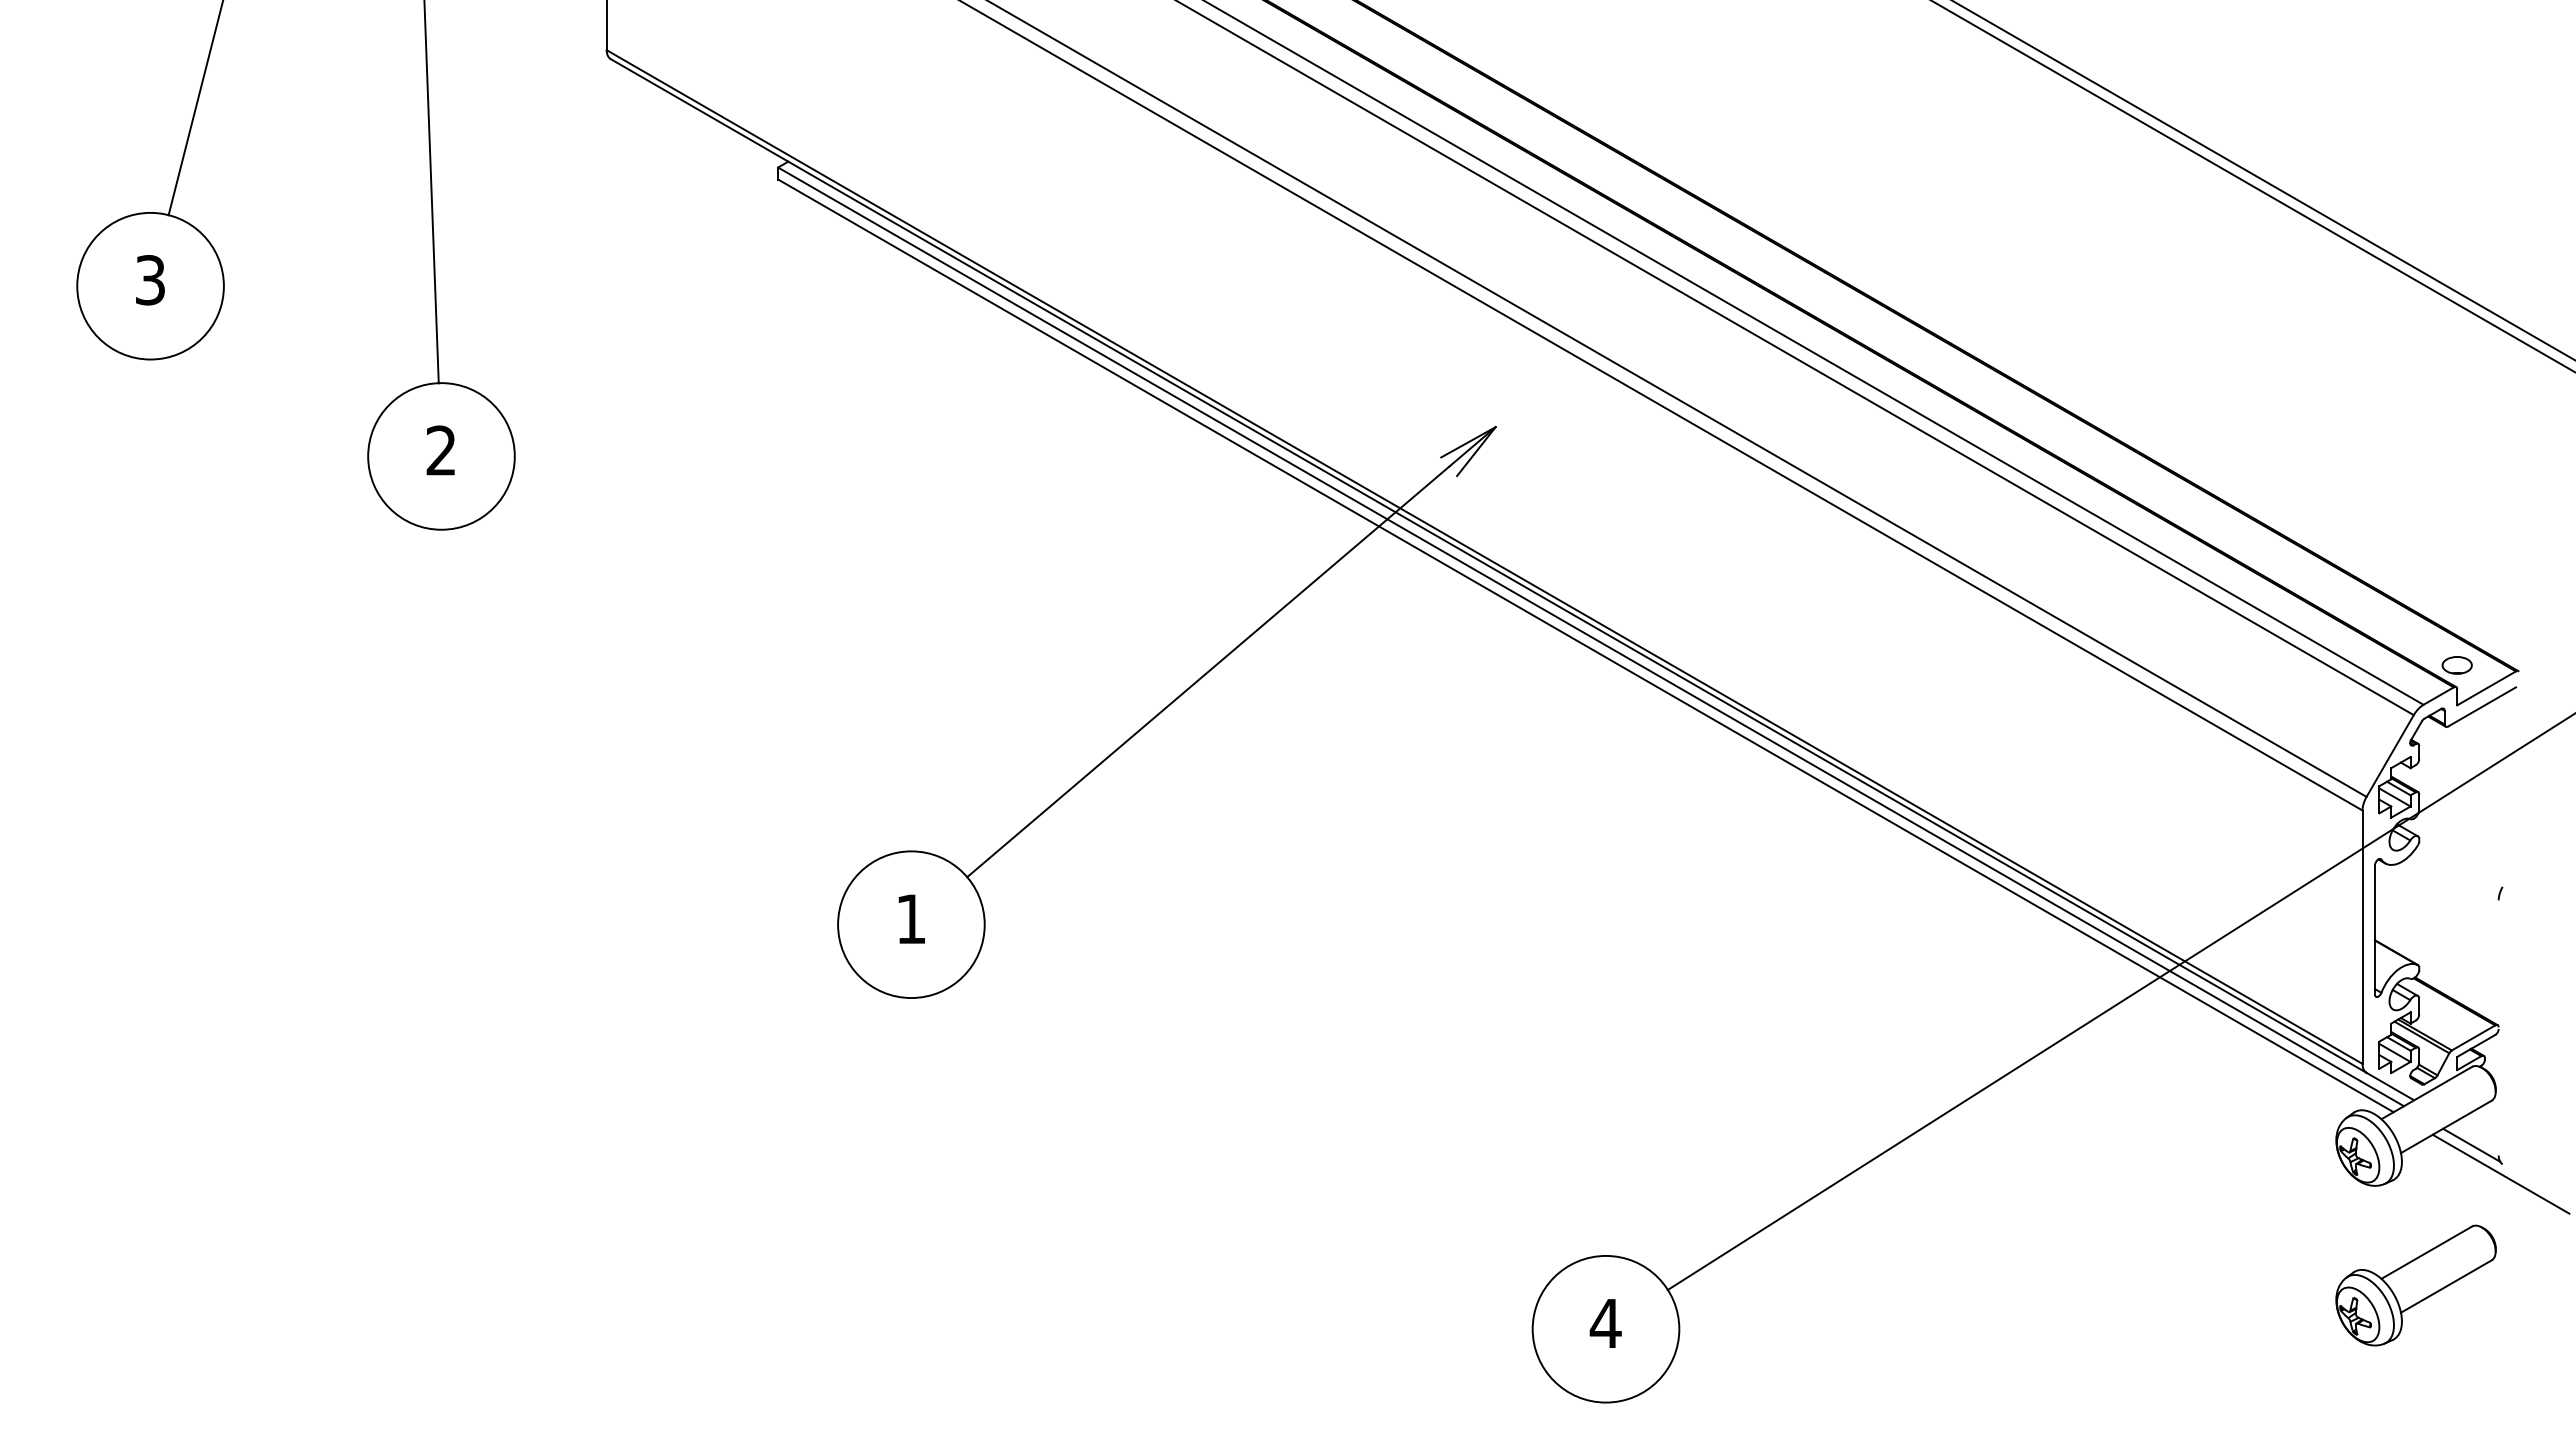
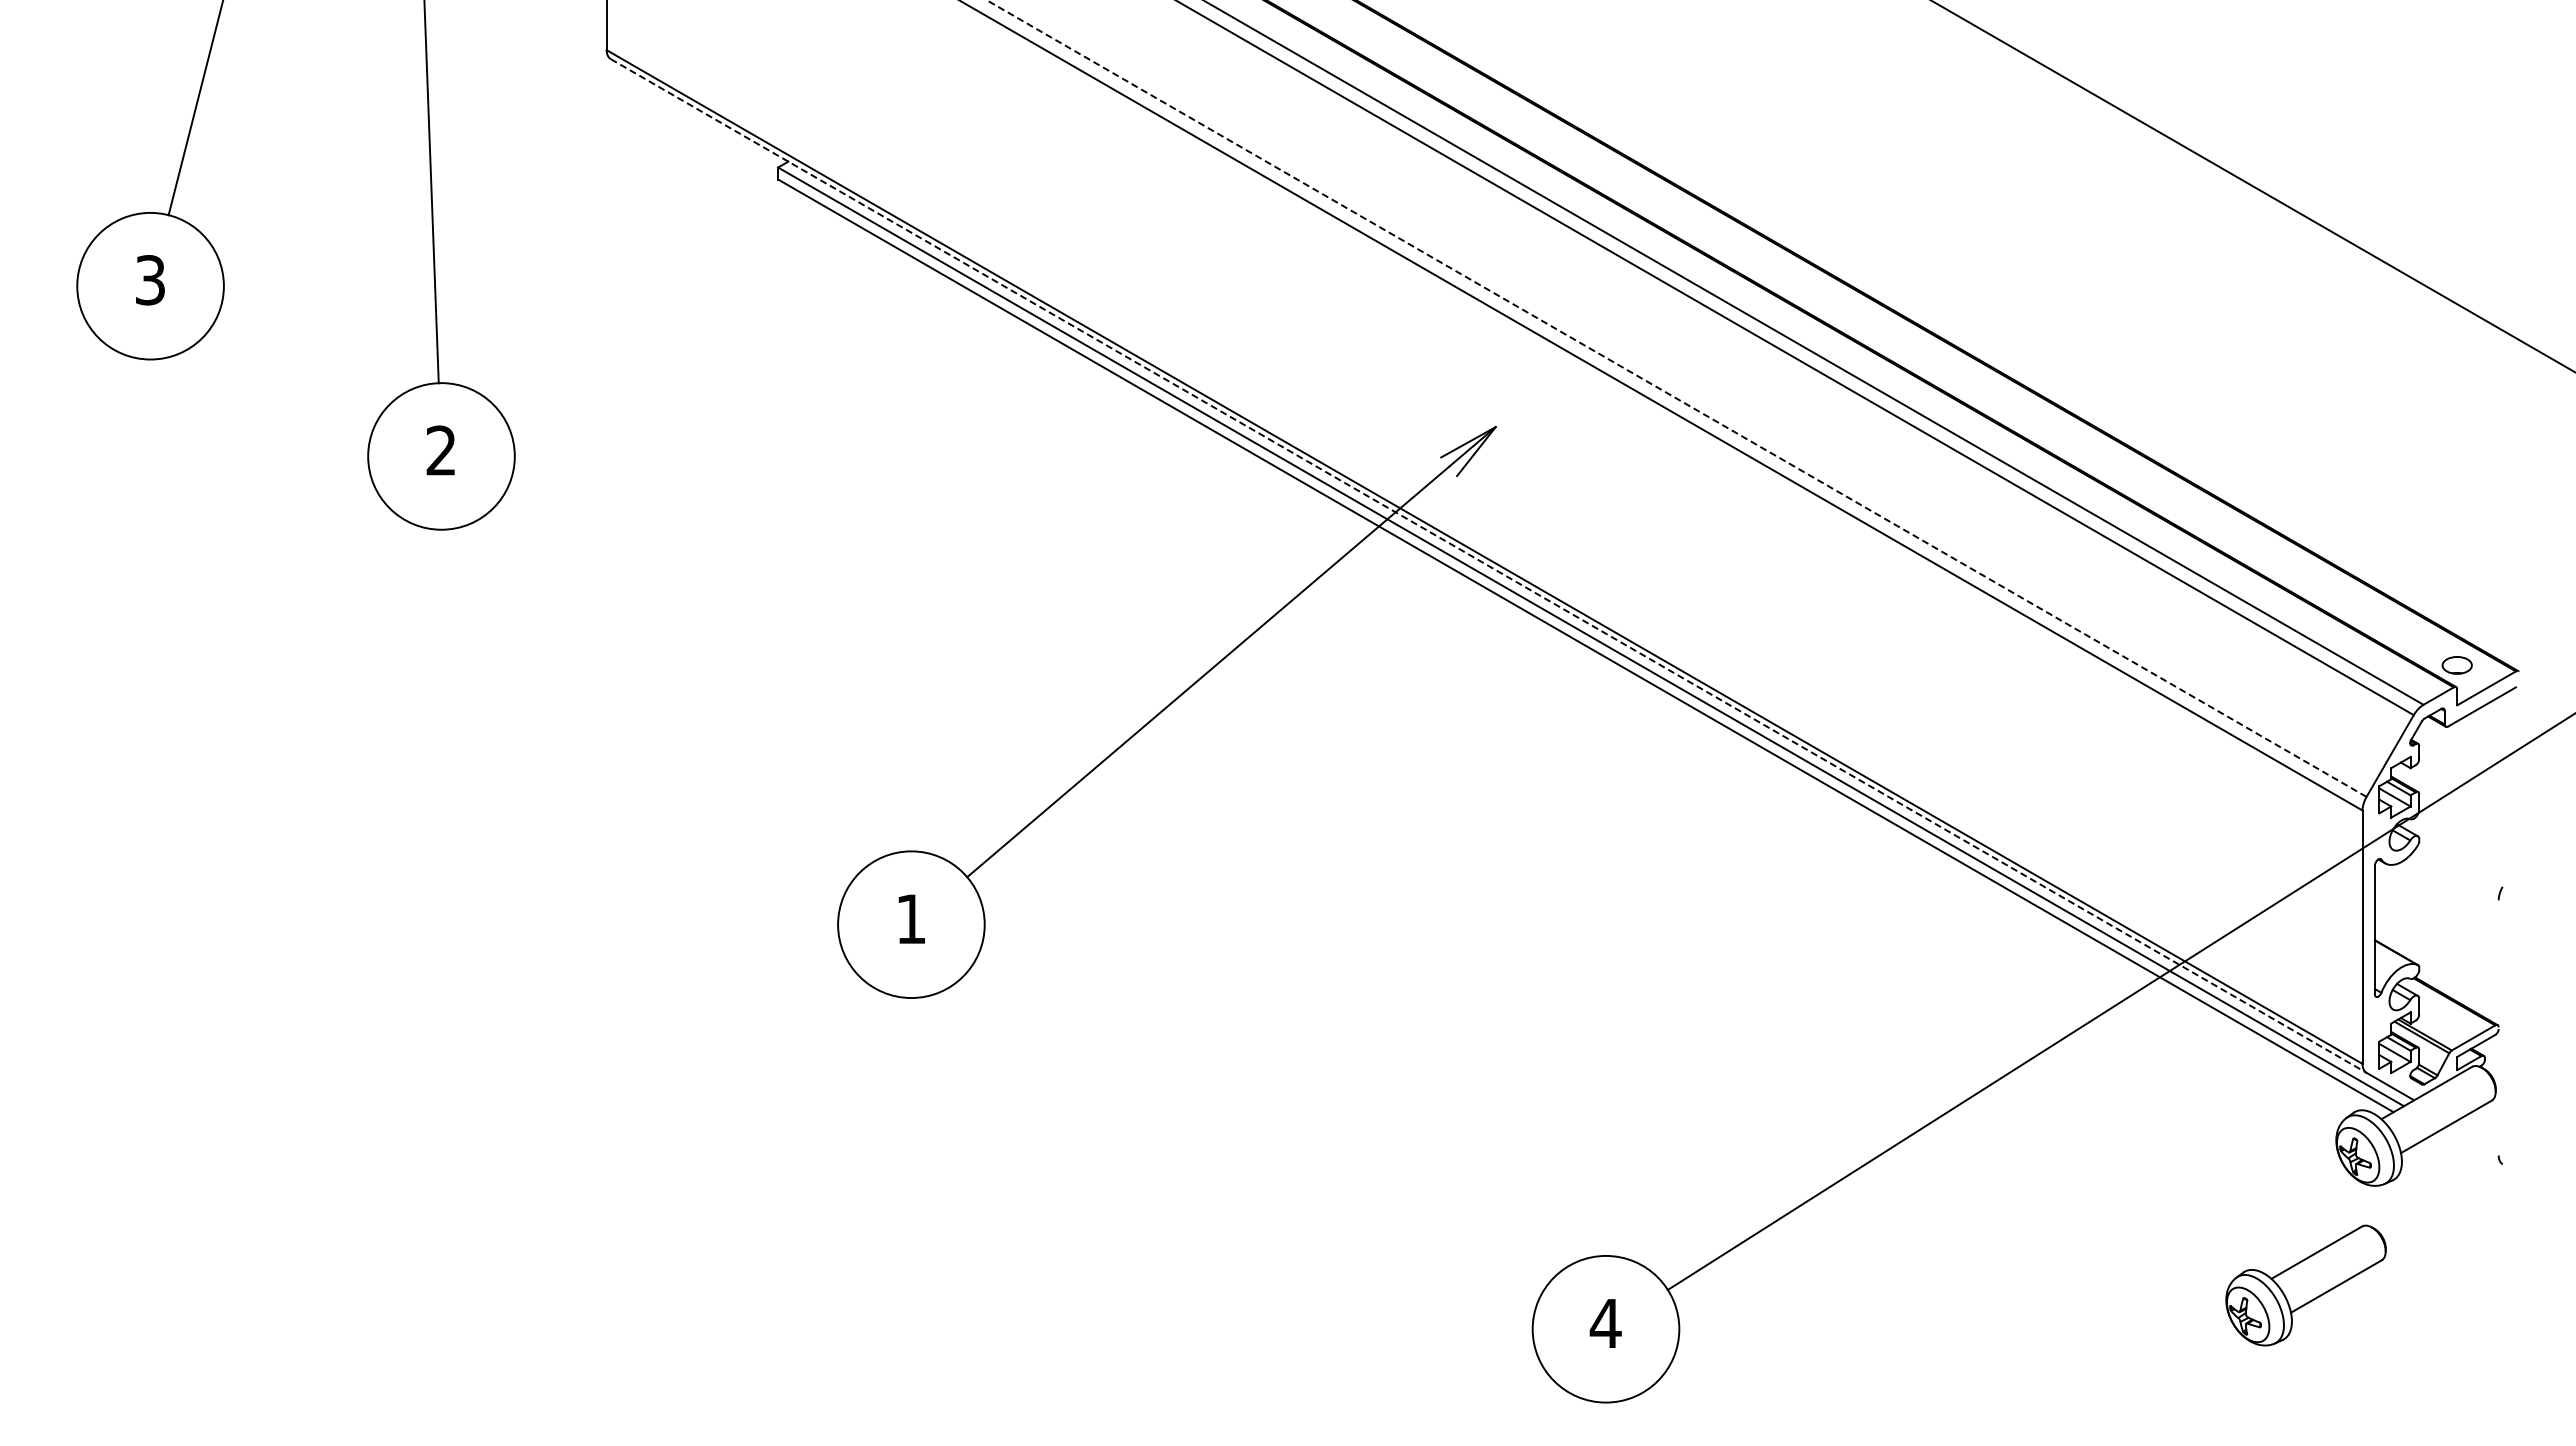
line at (2263, 180): present -> none
line at (1676, 398): solid -> dashed
line at (1488, 565): solid -> dashed
line at (2471, 1144): present -> none
line at (2500, 1173): present -> none
part at (2415, 1285) position: (2415, 1285) -> (2305, 1285)
